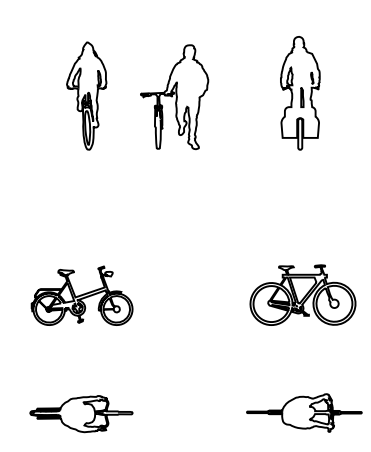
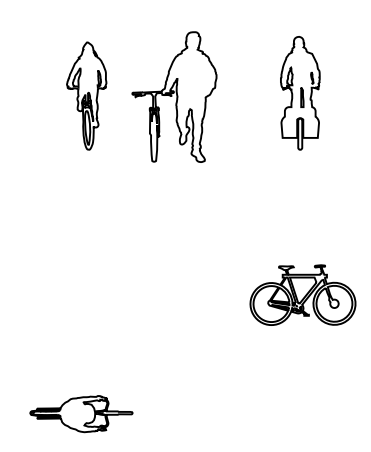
part at (174, 97) size: 70x107 px -> 87x132 px
part at (81, 295): present -> none
part at (304, 412): present -> none
